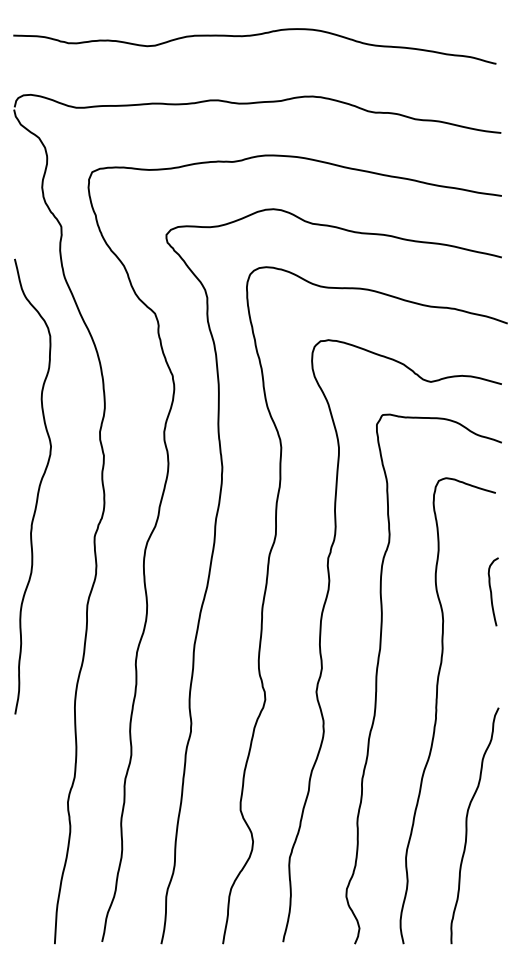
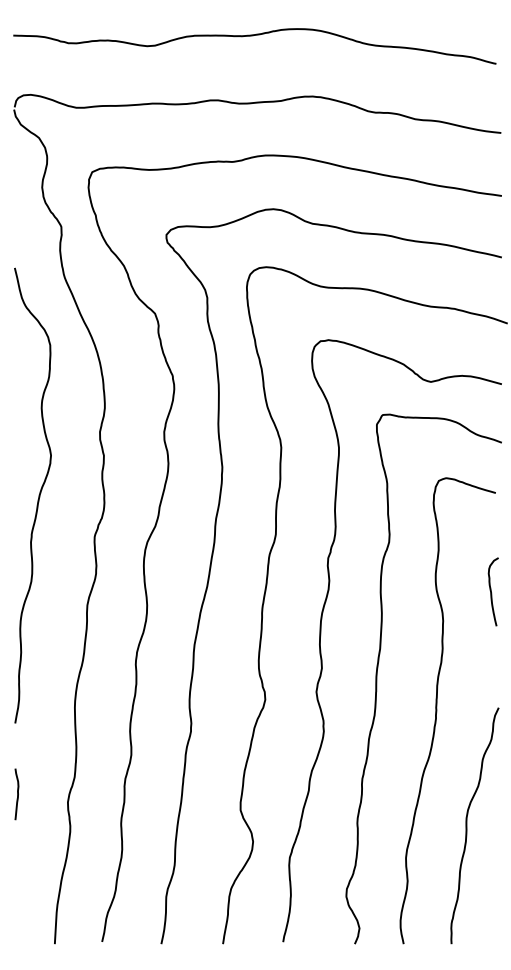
curve at (38, 486) position: (38, 486) -> (38, 495)
curve at (17, 794): none -> present
